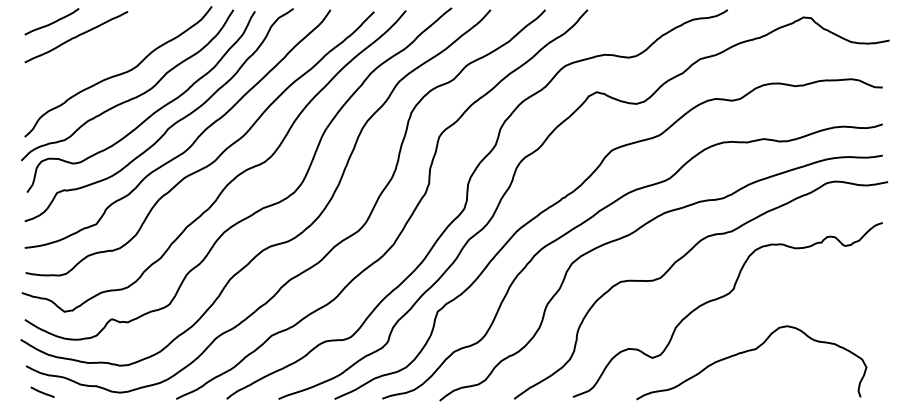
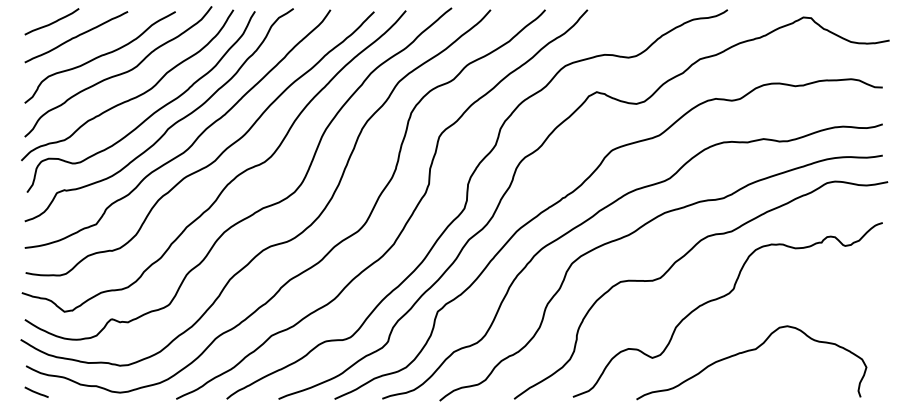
curve at (99, 57): none -> present
line at (42, 391) position: (42, 391) -> (36, 391)
